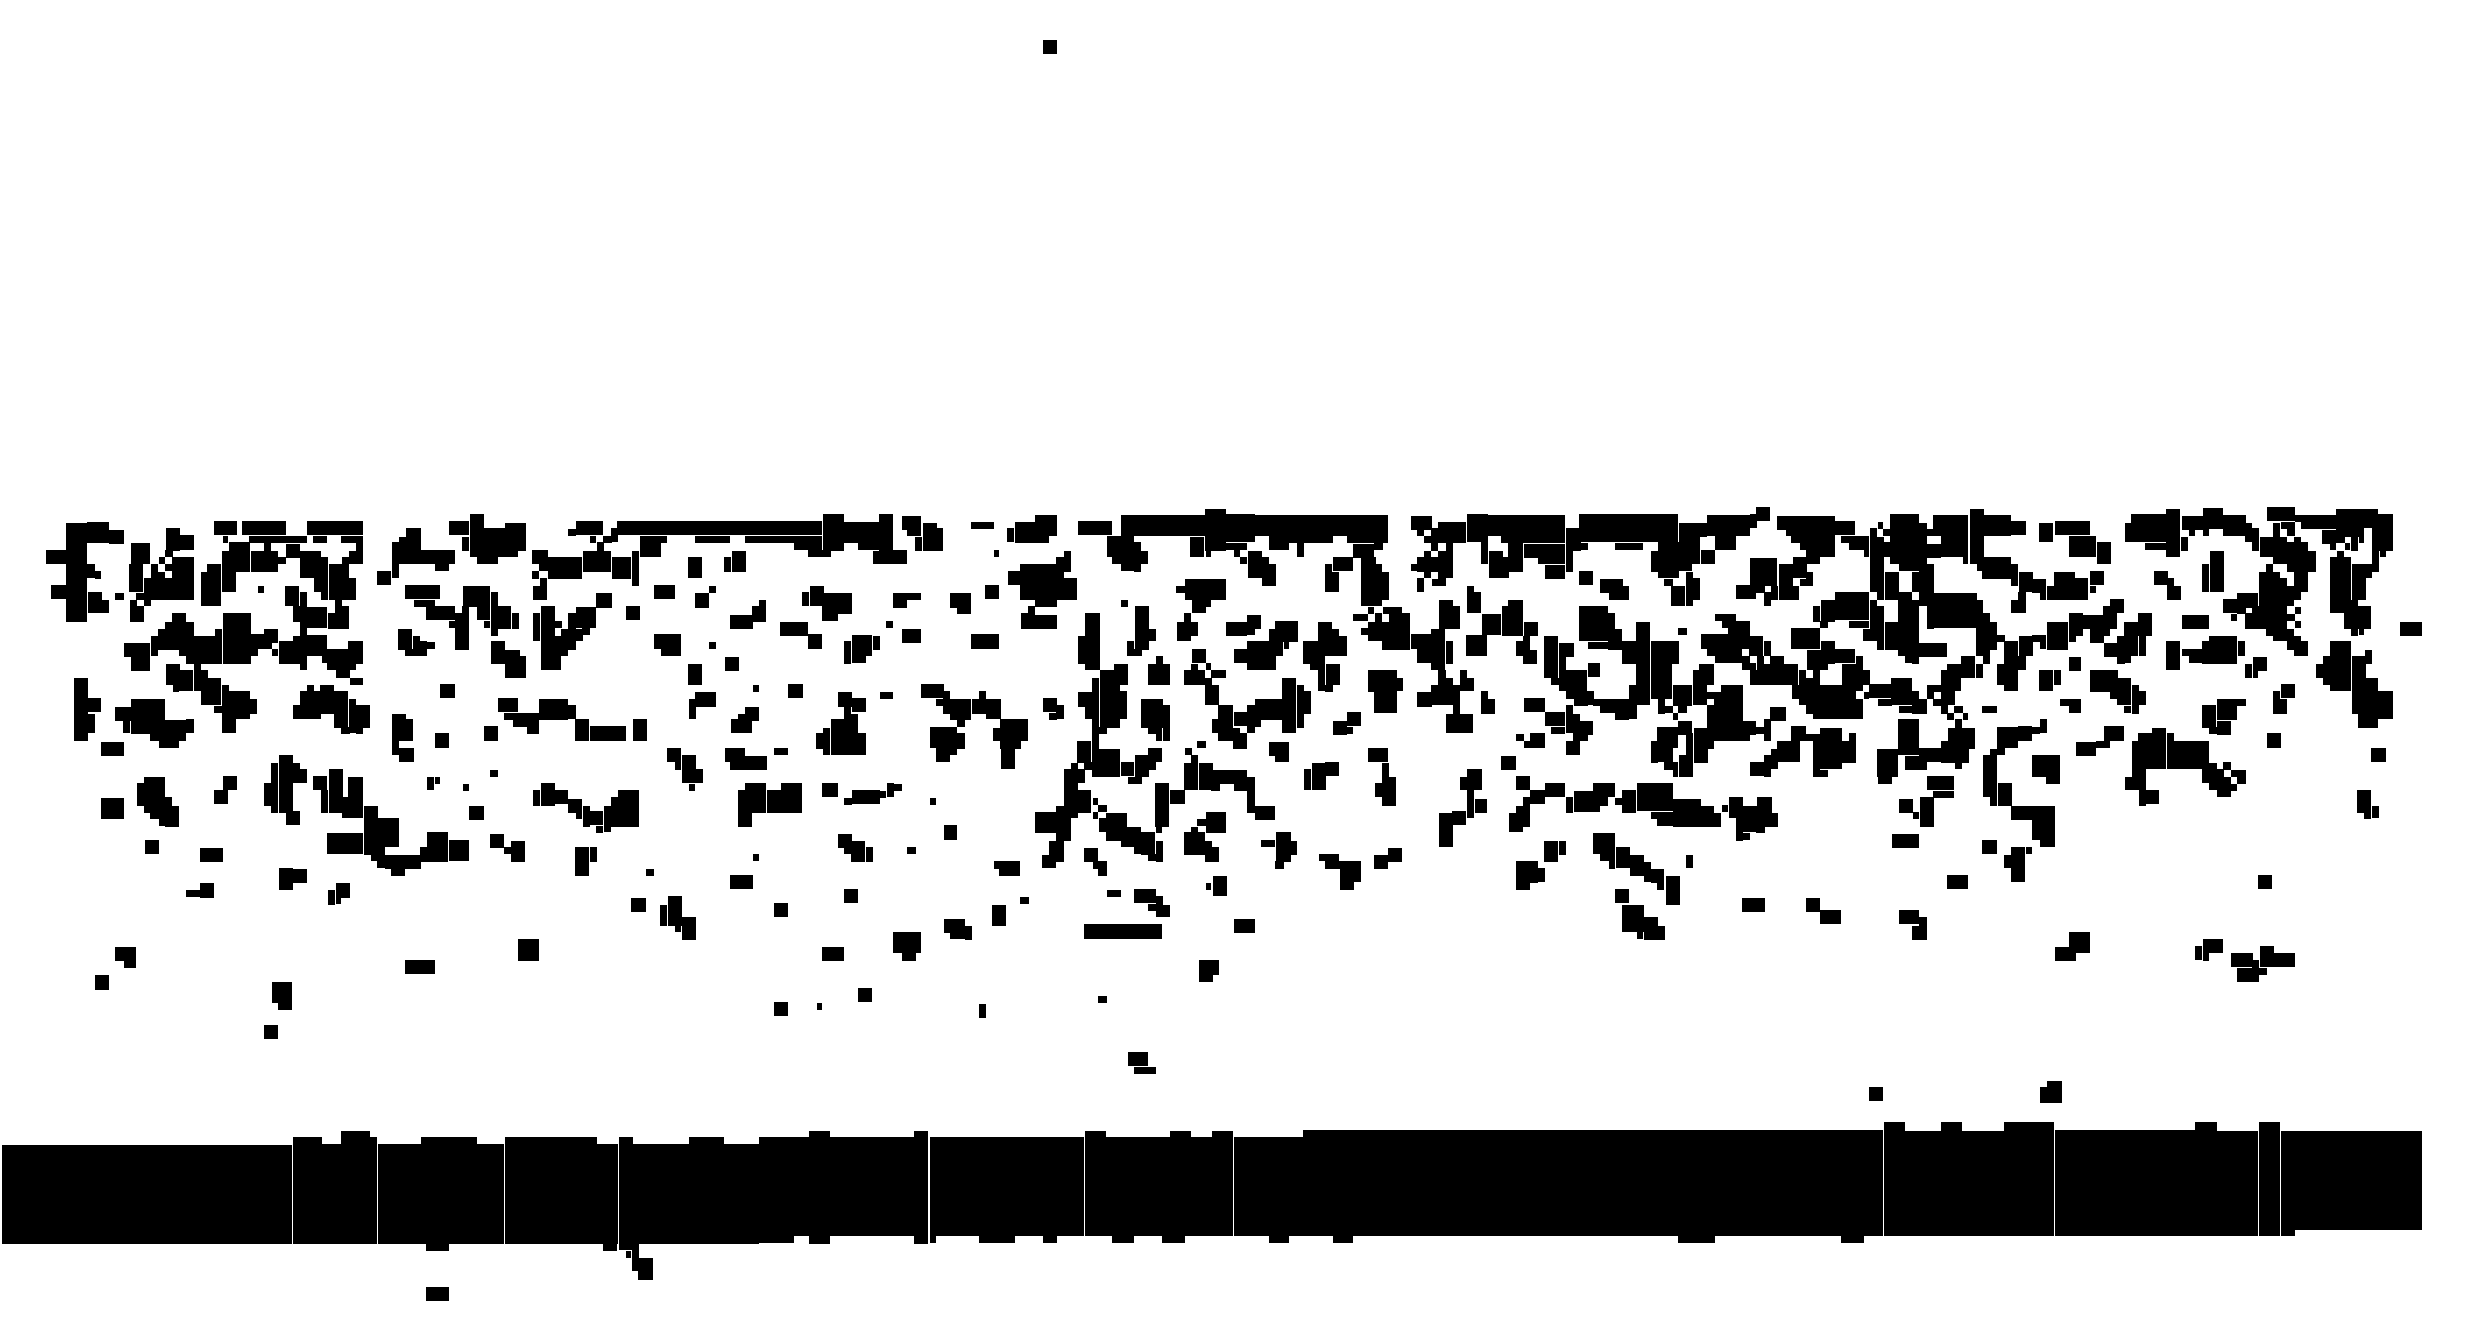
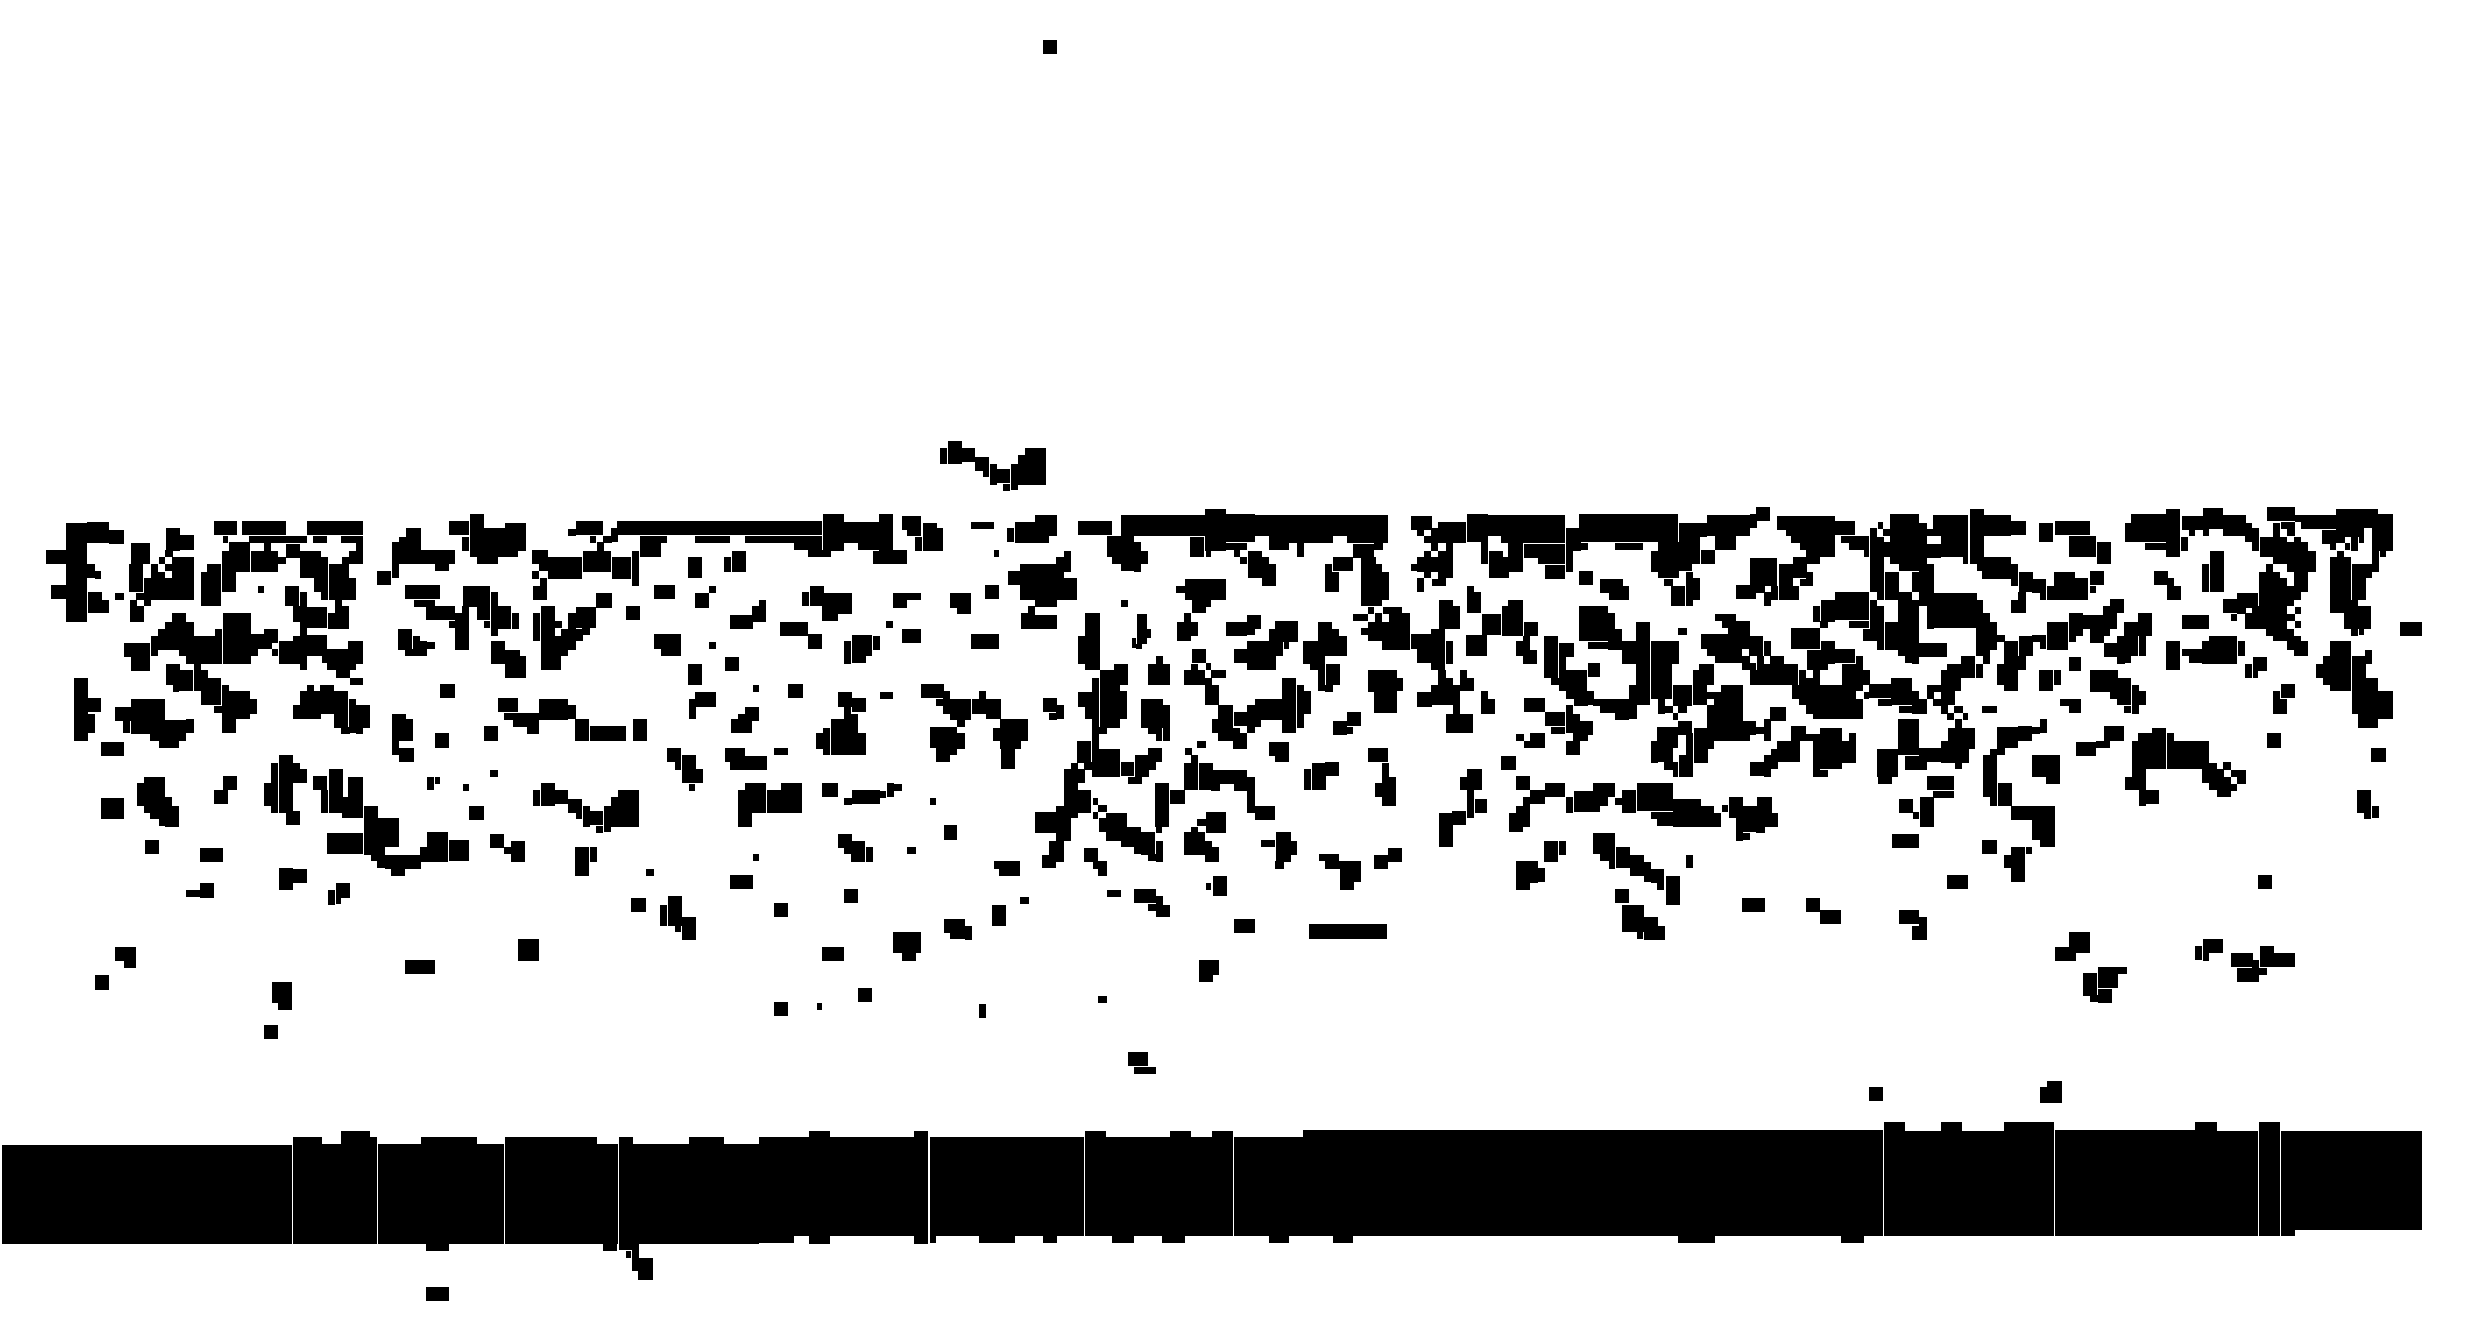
part at (992, 465): none -> present
part at (1141, 630) size: 29x50 px -> 19x35 px
part at (2223, 716) position: (2223, 716) -> (2104, 984)
line at (1122, 931) position: (1122, 931) -> (1347, 931)
